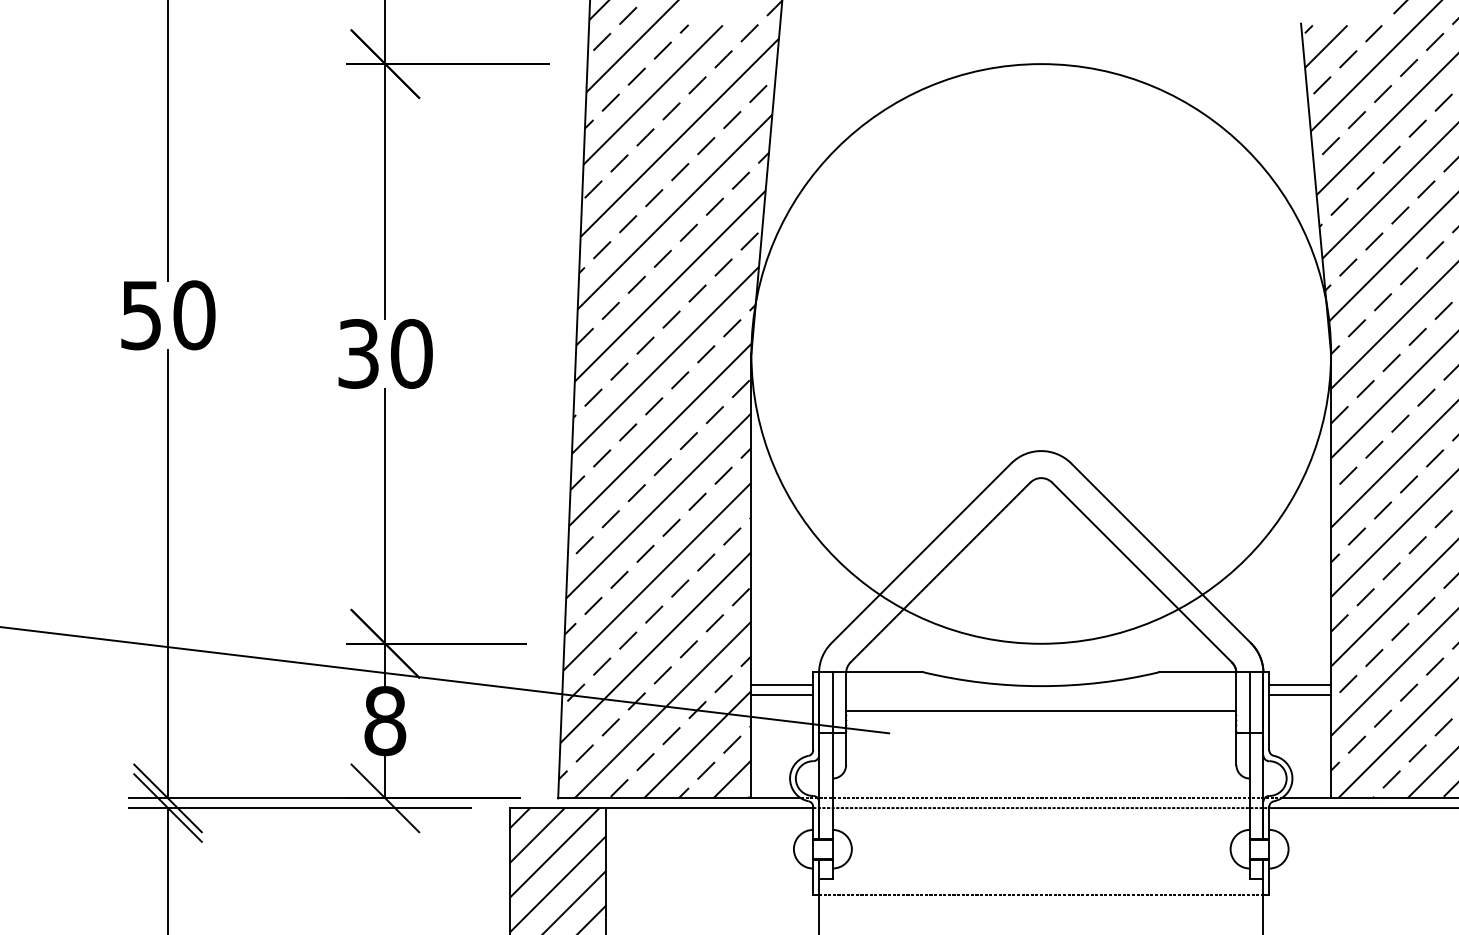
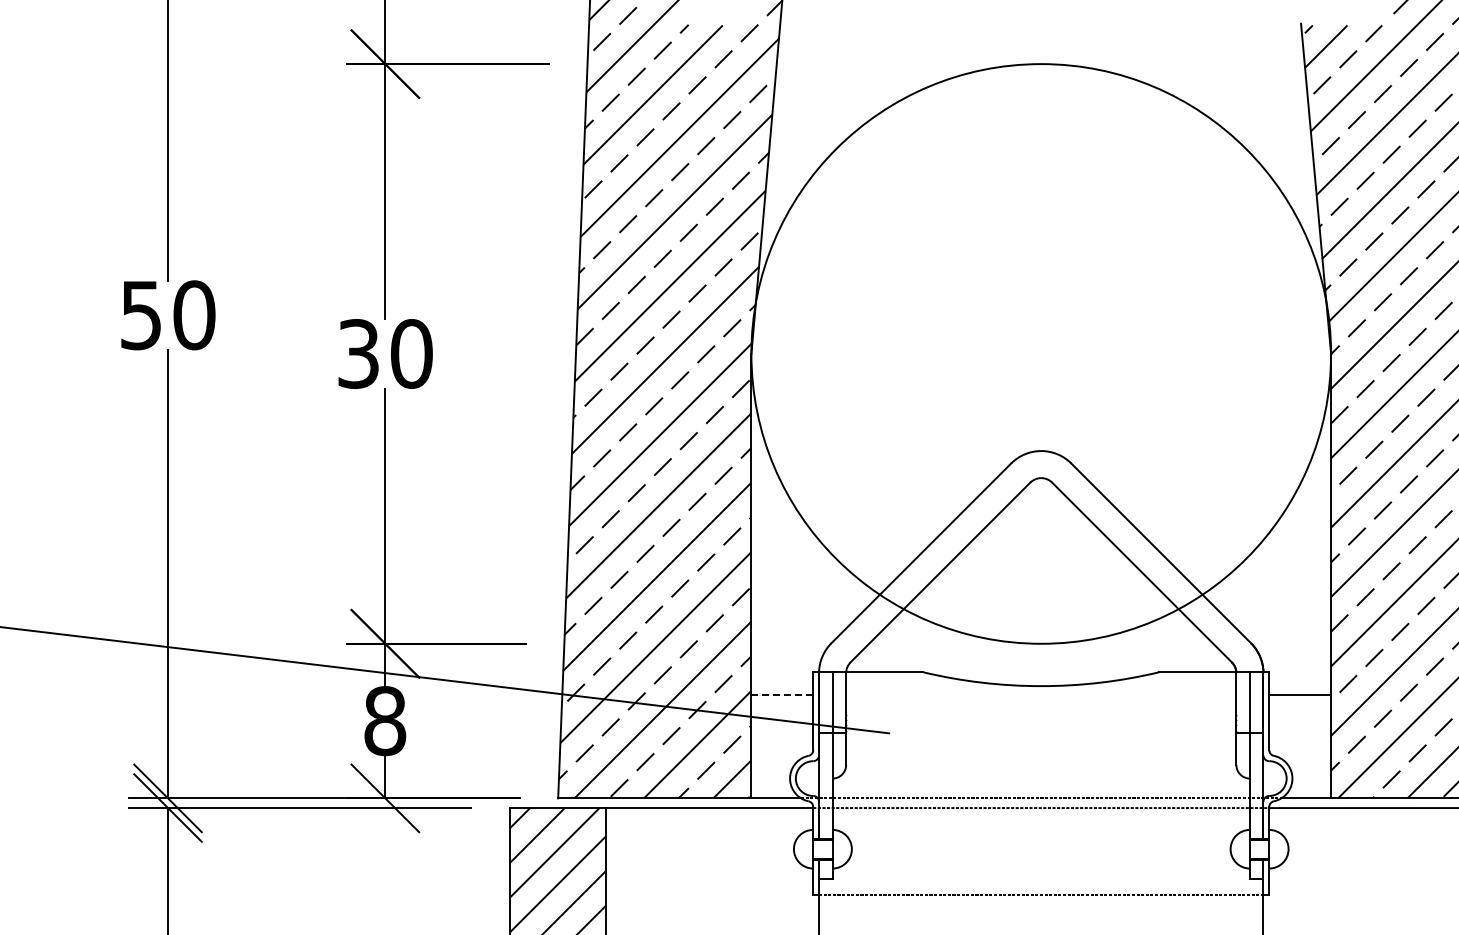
line at (782, 685): present -> none
line at (1300, 685): present -> none
line at (782, 695): solid -> dashed
line at (1041, 710): present -> none
